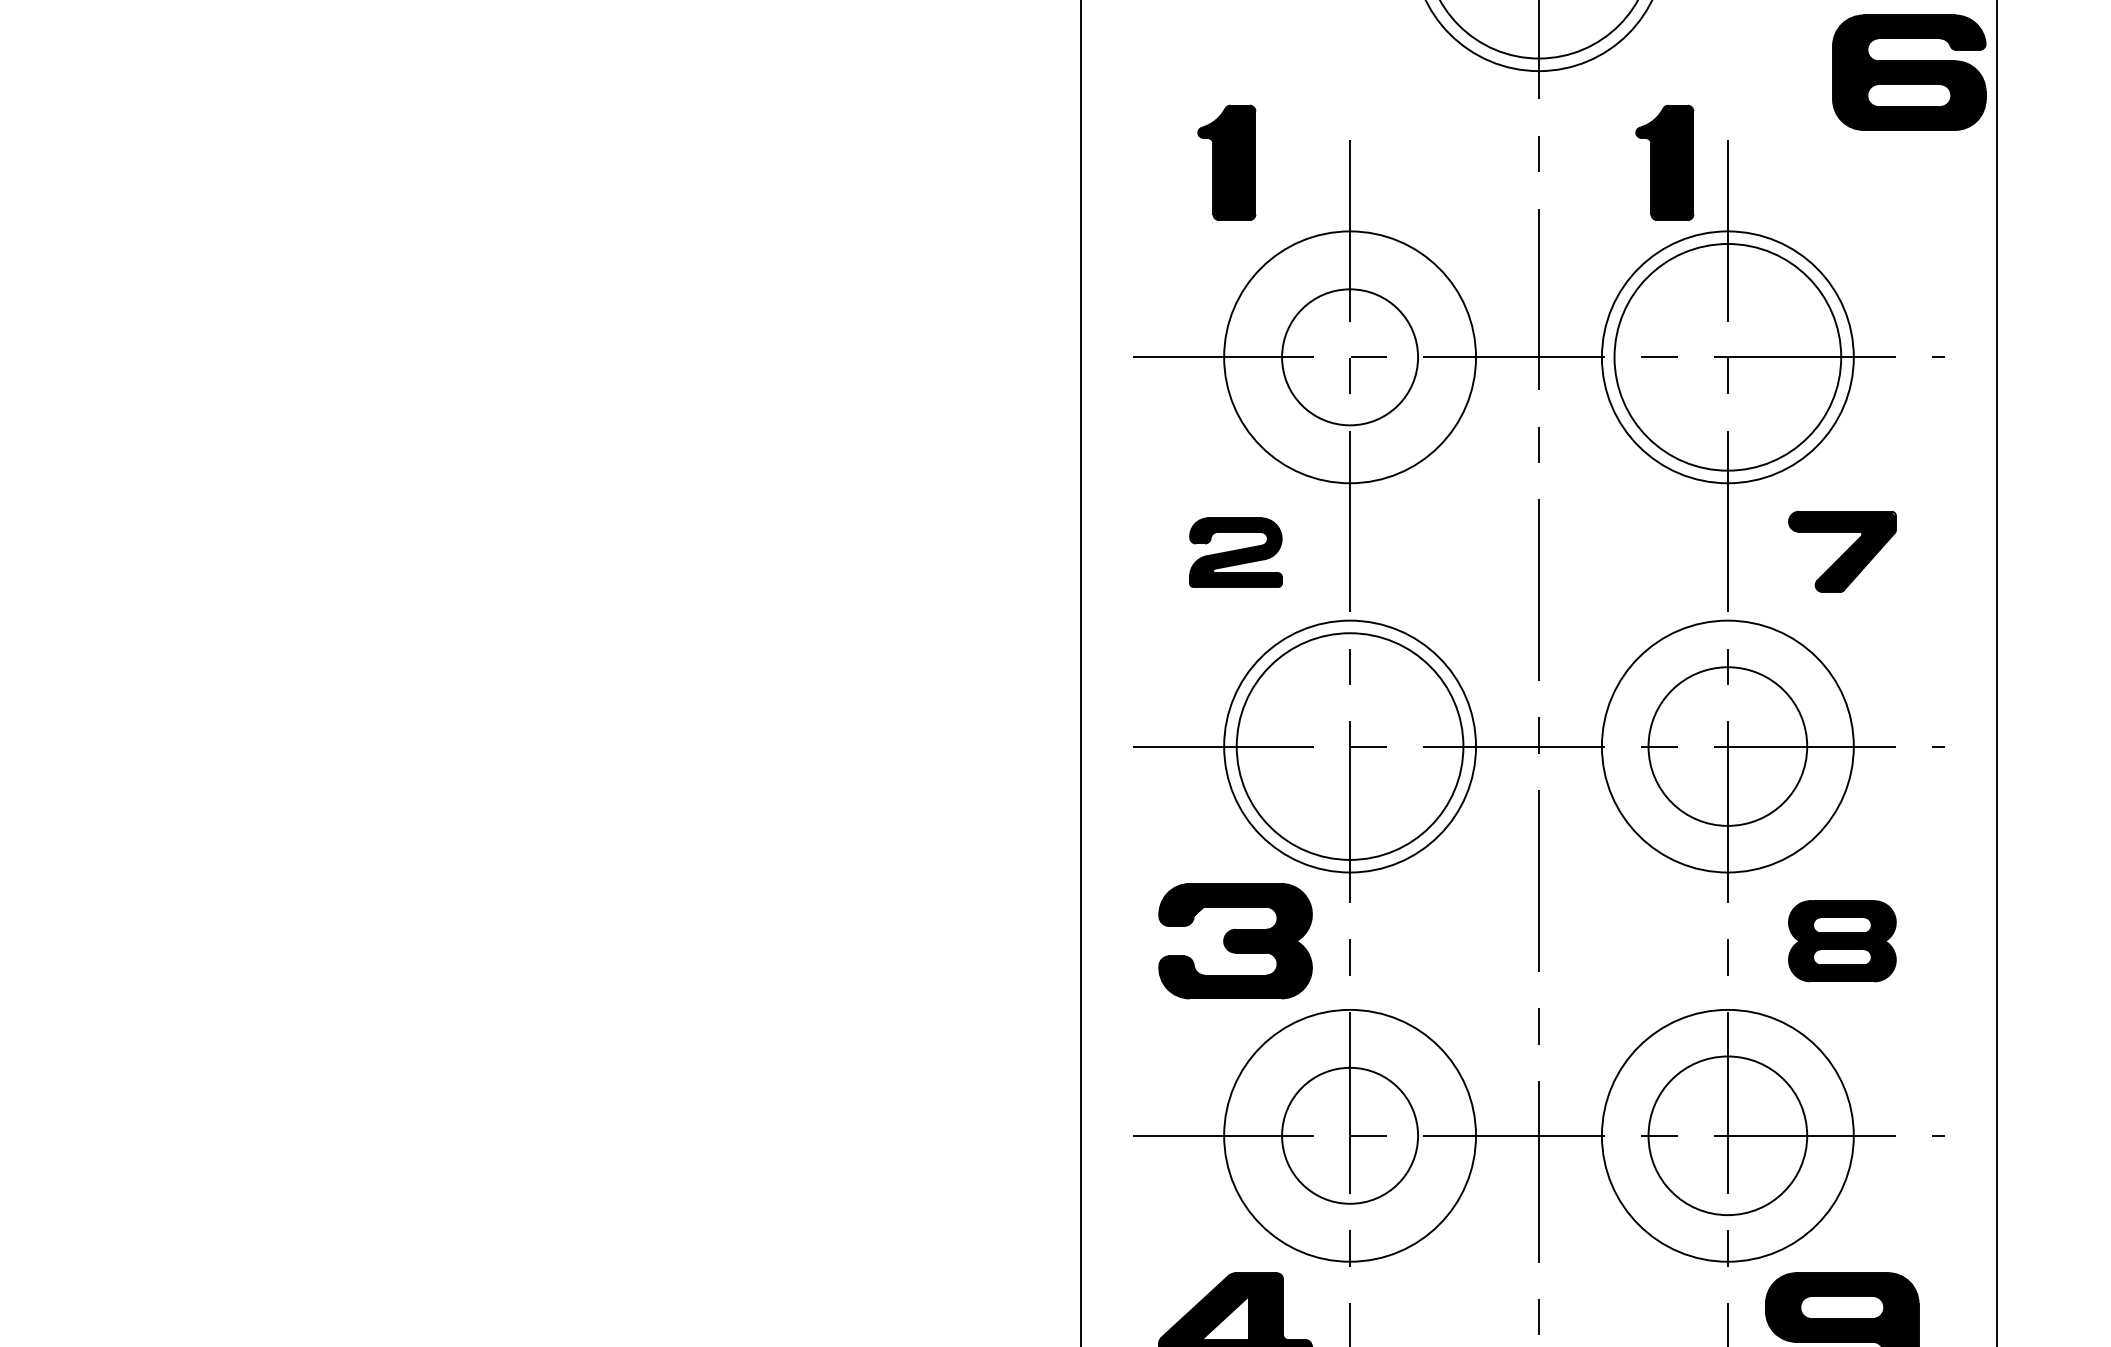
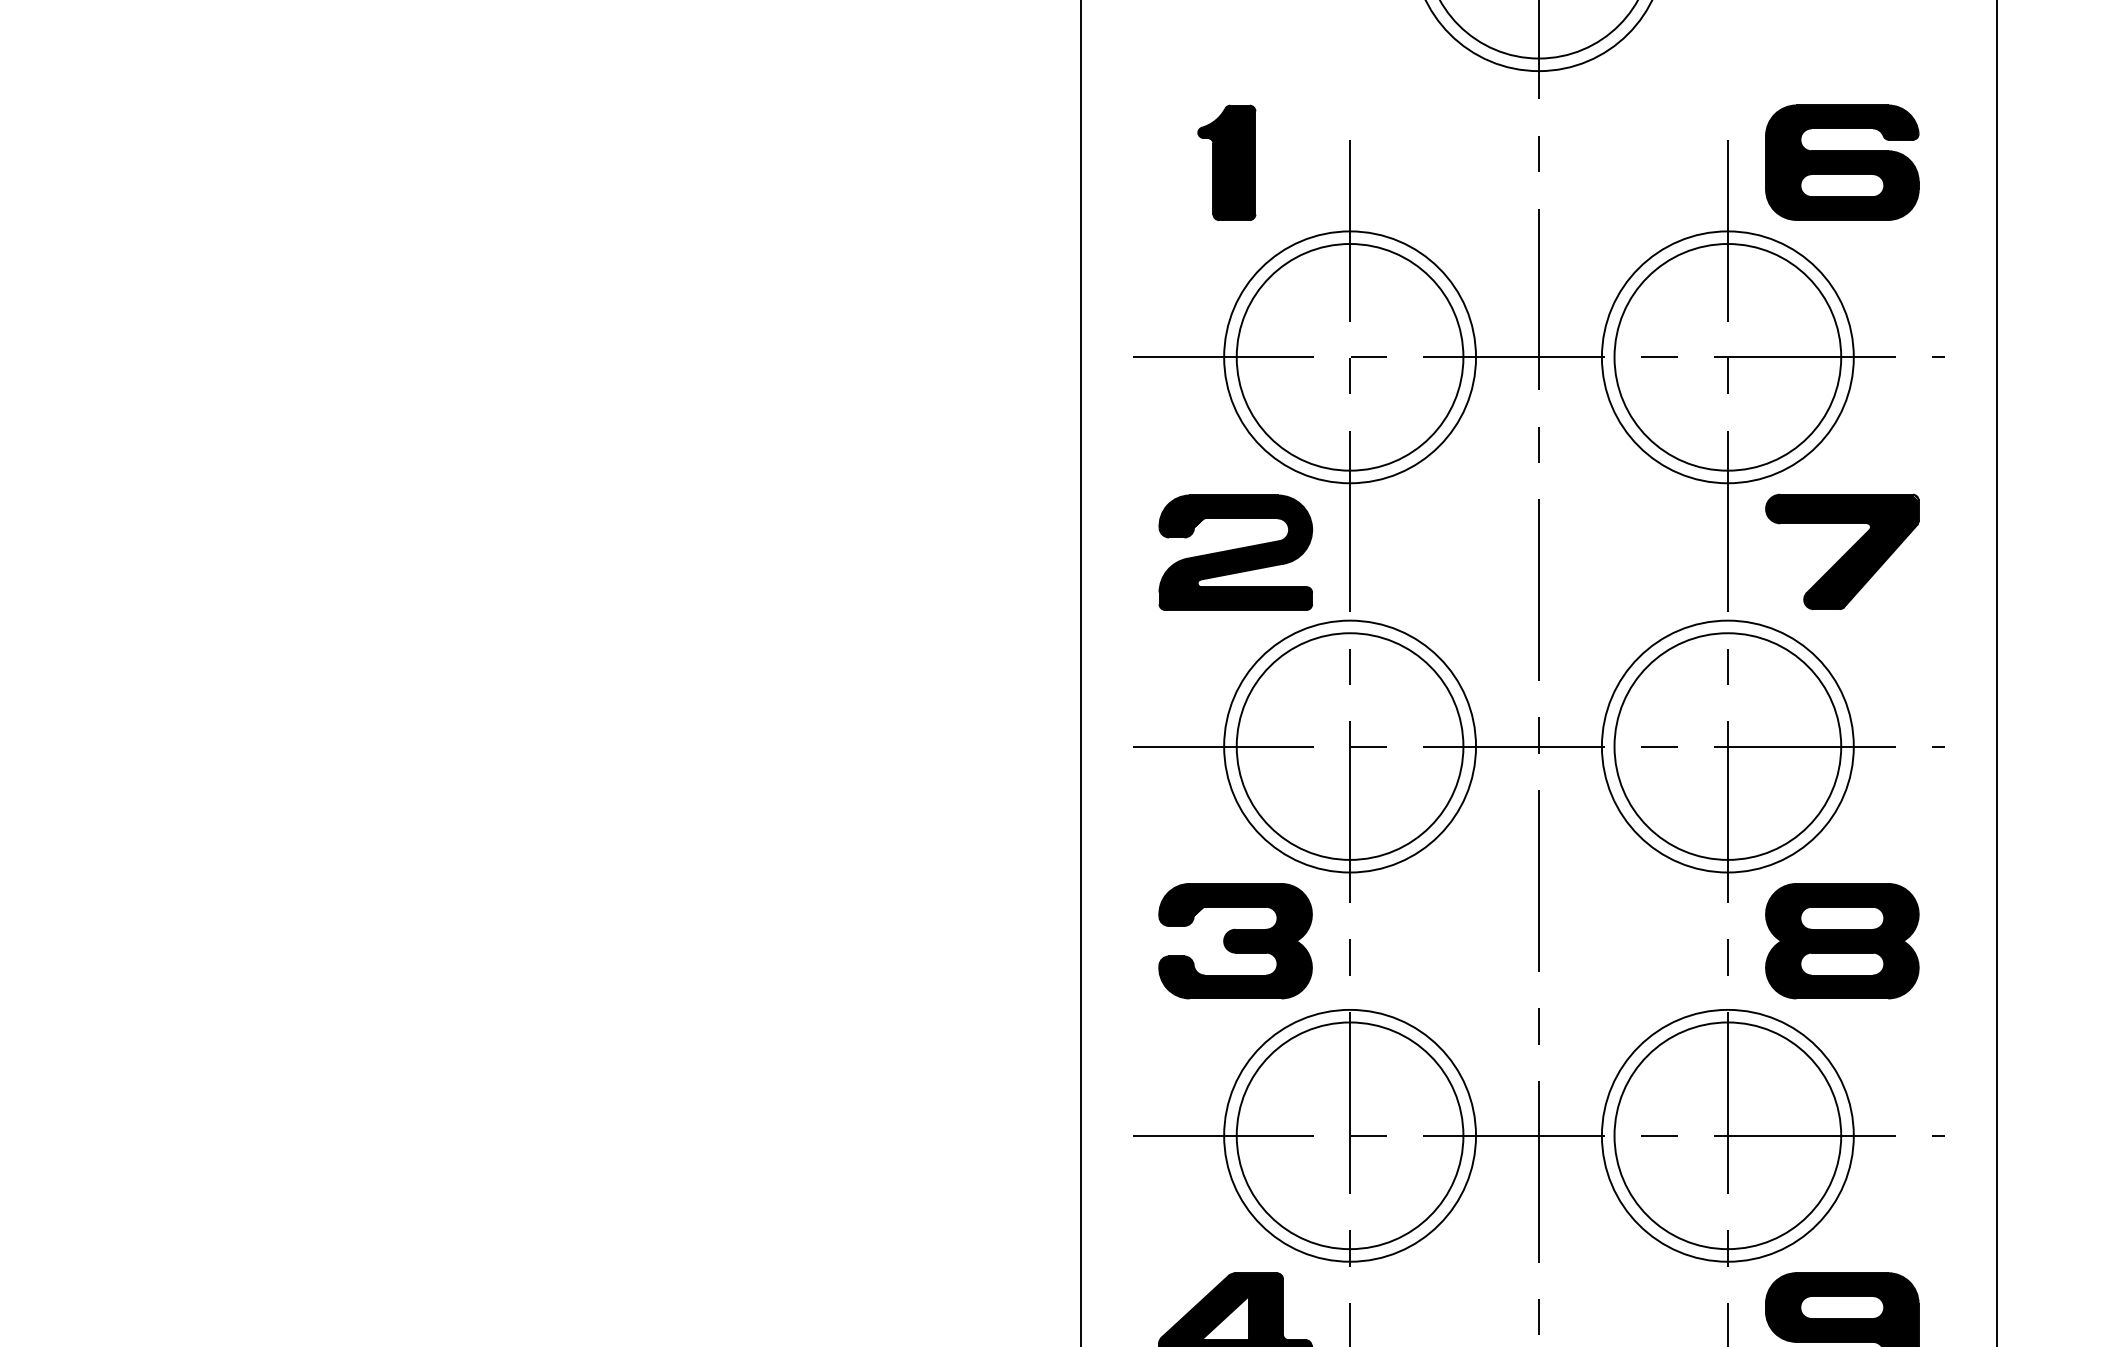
part at (1909, 72) position: (1909, 72) -> (1842, 162)
part at (1664, 162): present -> none
circle at (1350, 357) diameter: 136 px -> 227 px
part at (1842, 551) size: 109x83 px -> 155x117 px
part at (1235, 552) size: 94x71 px -> 156x117 px
circle at (1727, 746) diameter: 159 px -> 227 px
part at (1842, 941) size: 109x83 px -> 155x117 px
circle at (1350, 1135) diameter: 136 px -> 227 px
circle at (1727, 1135) diameter: 159 px -> 227 px
